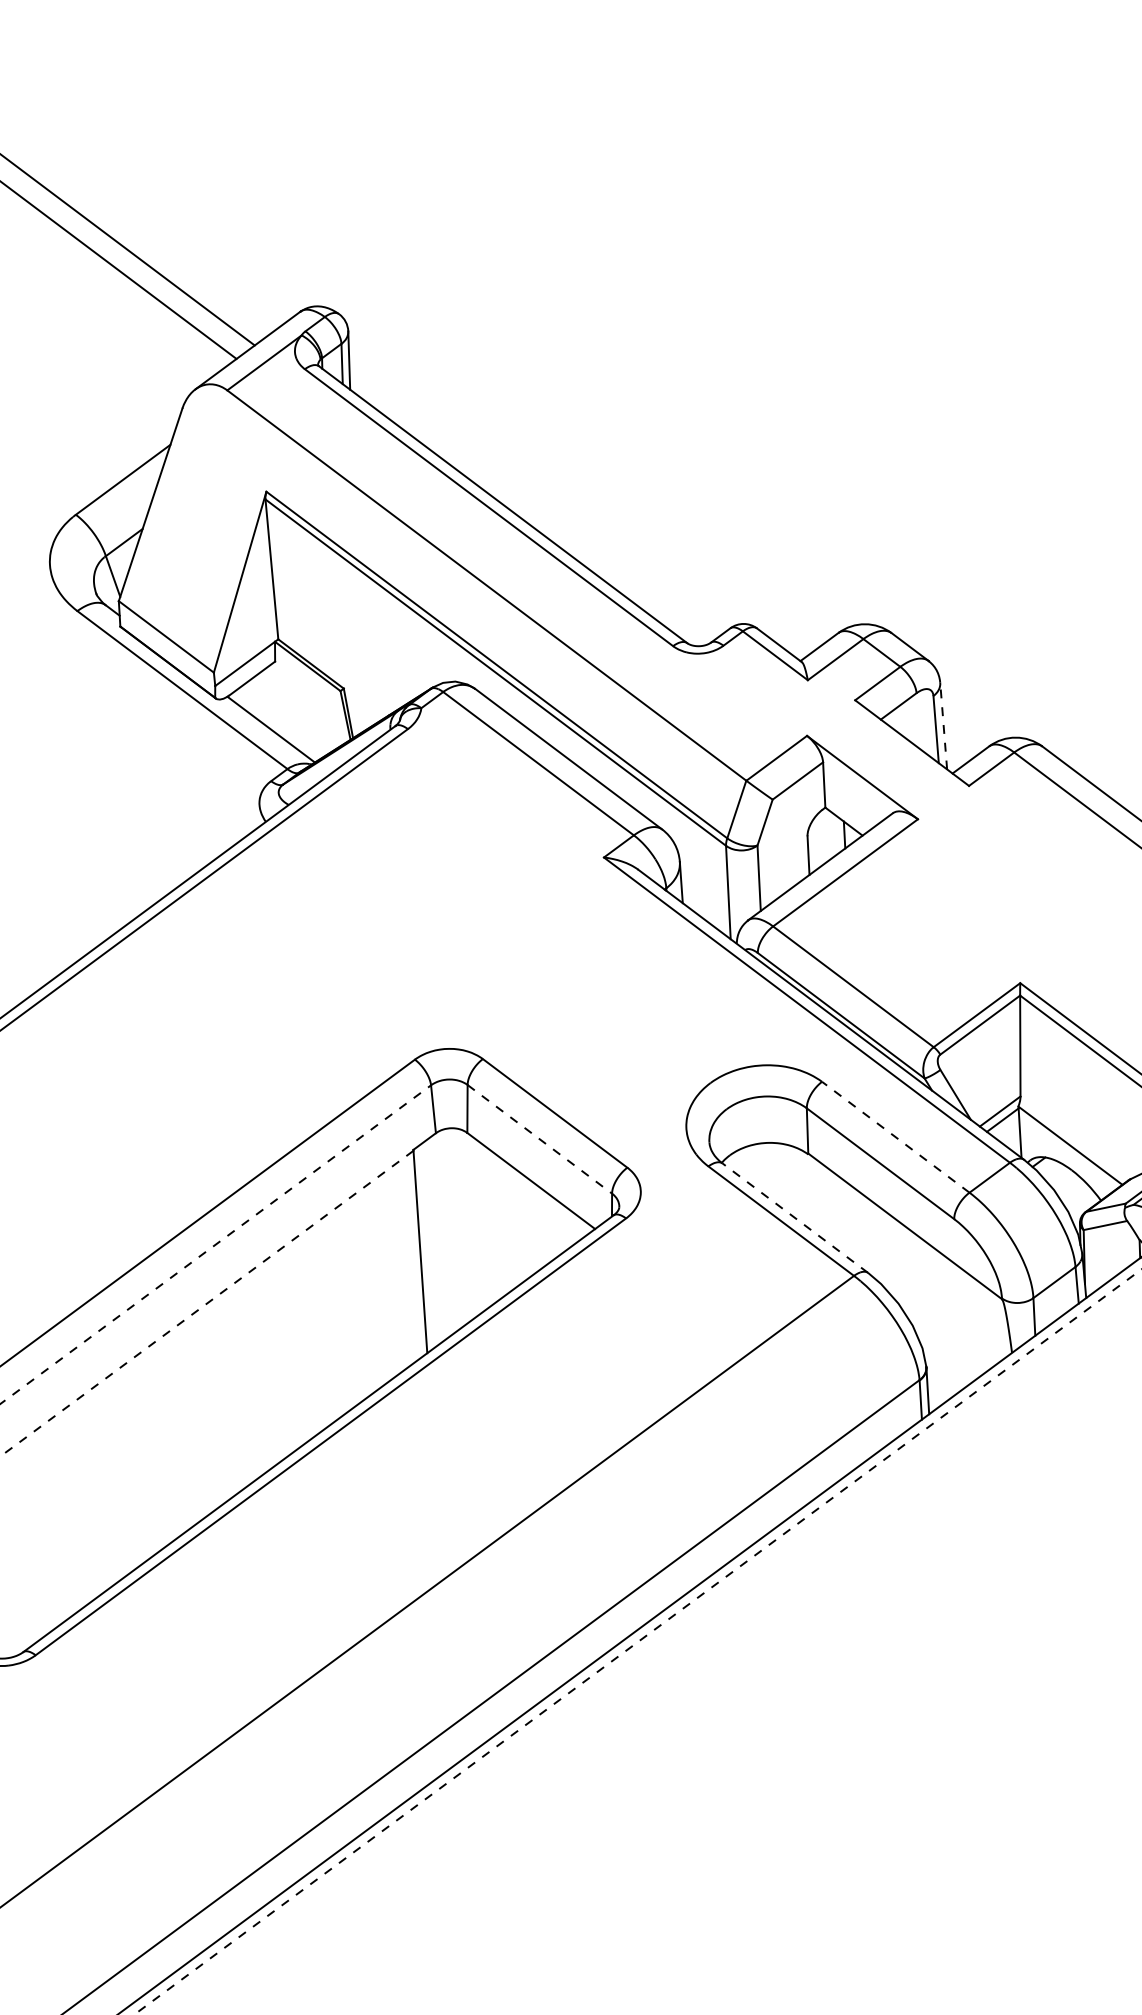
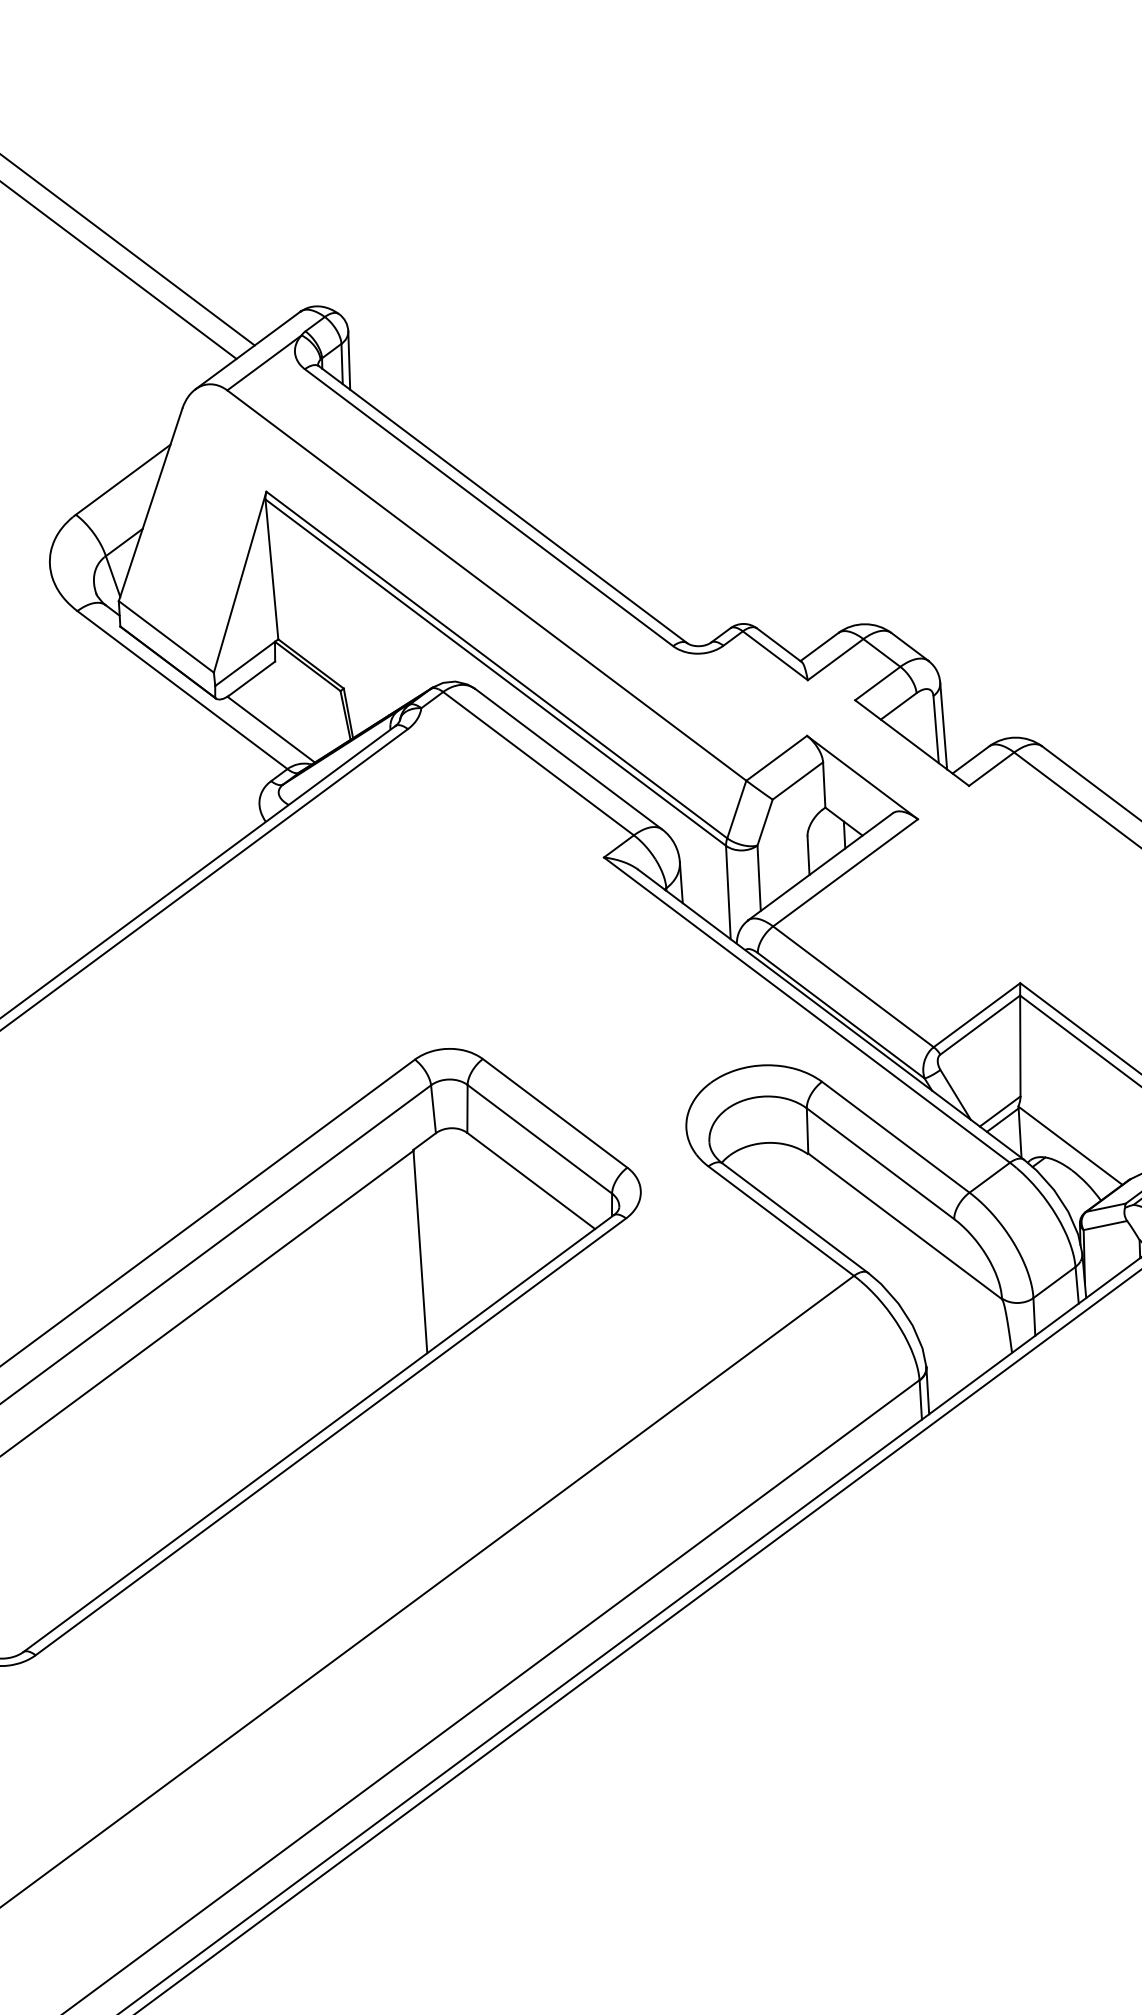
line at (943, 725): dashed -> solid
line at (895, 1136): dashed -> solid
line at (540, 1139): dashed -> solid
line at (794, 1217): dashed -> solid
line at (215, 1244): dashed -> solid
line at (207, 1303): dashed -> solid
line at (638, 1641): dashed -> solid
